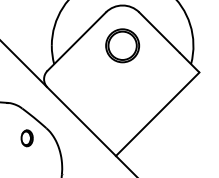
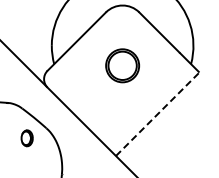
part at (122, 45) position: (122, 45) -> (122, 65)
line at (158, 113): solid -> dashed
